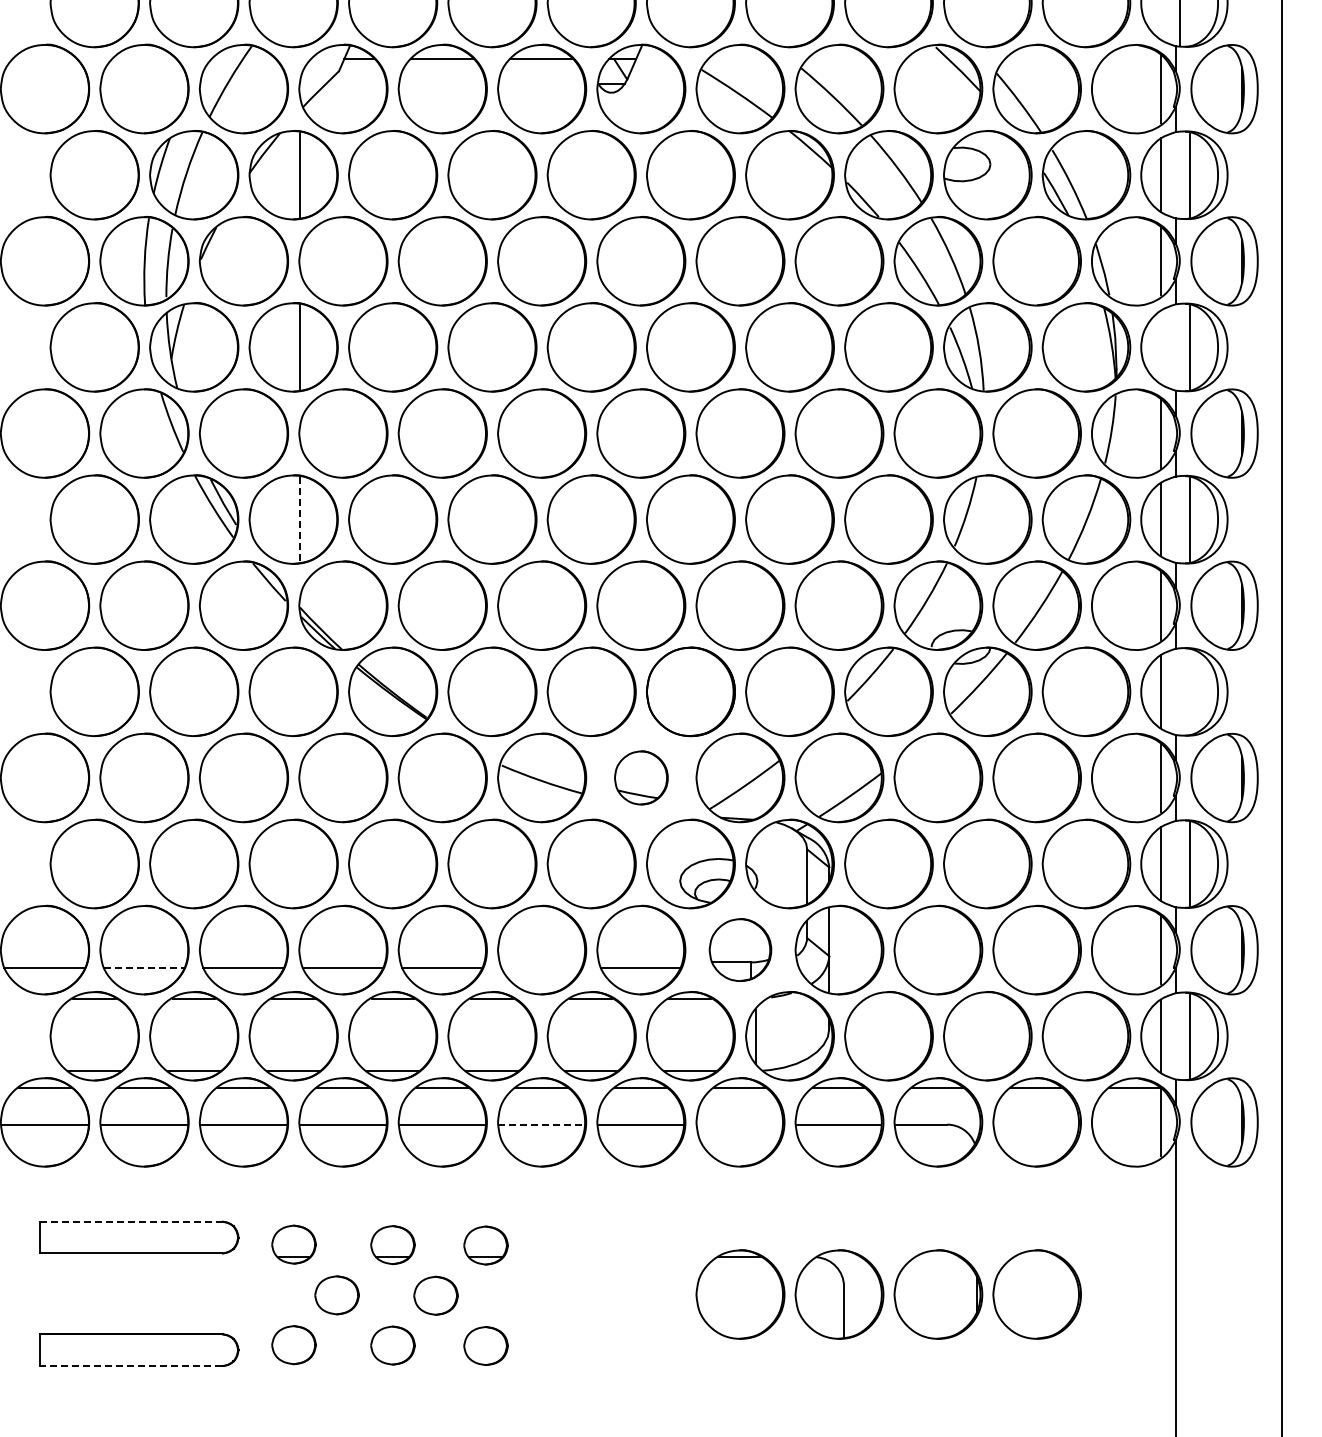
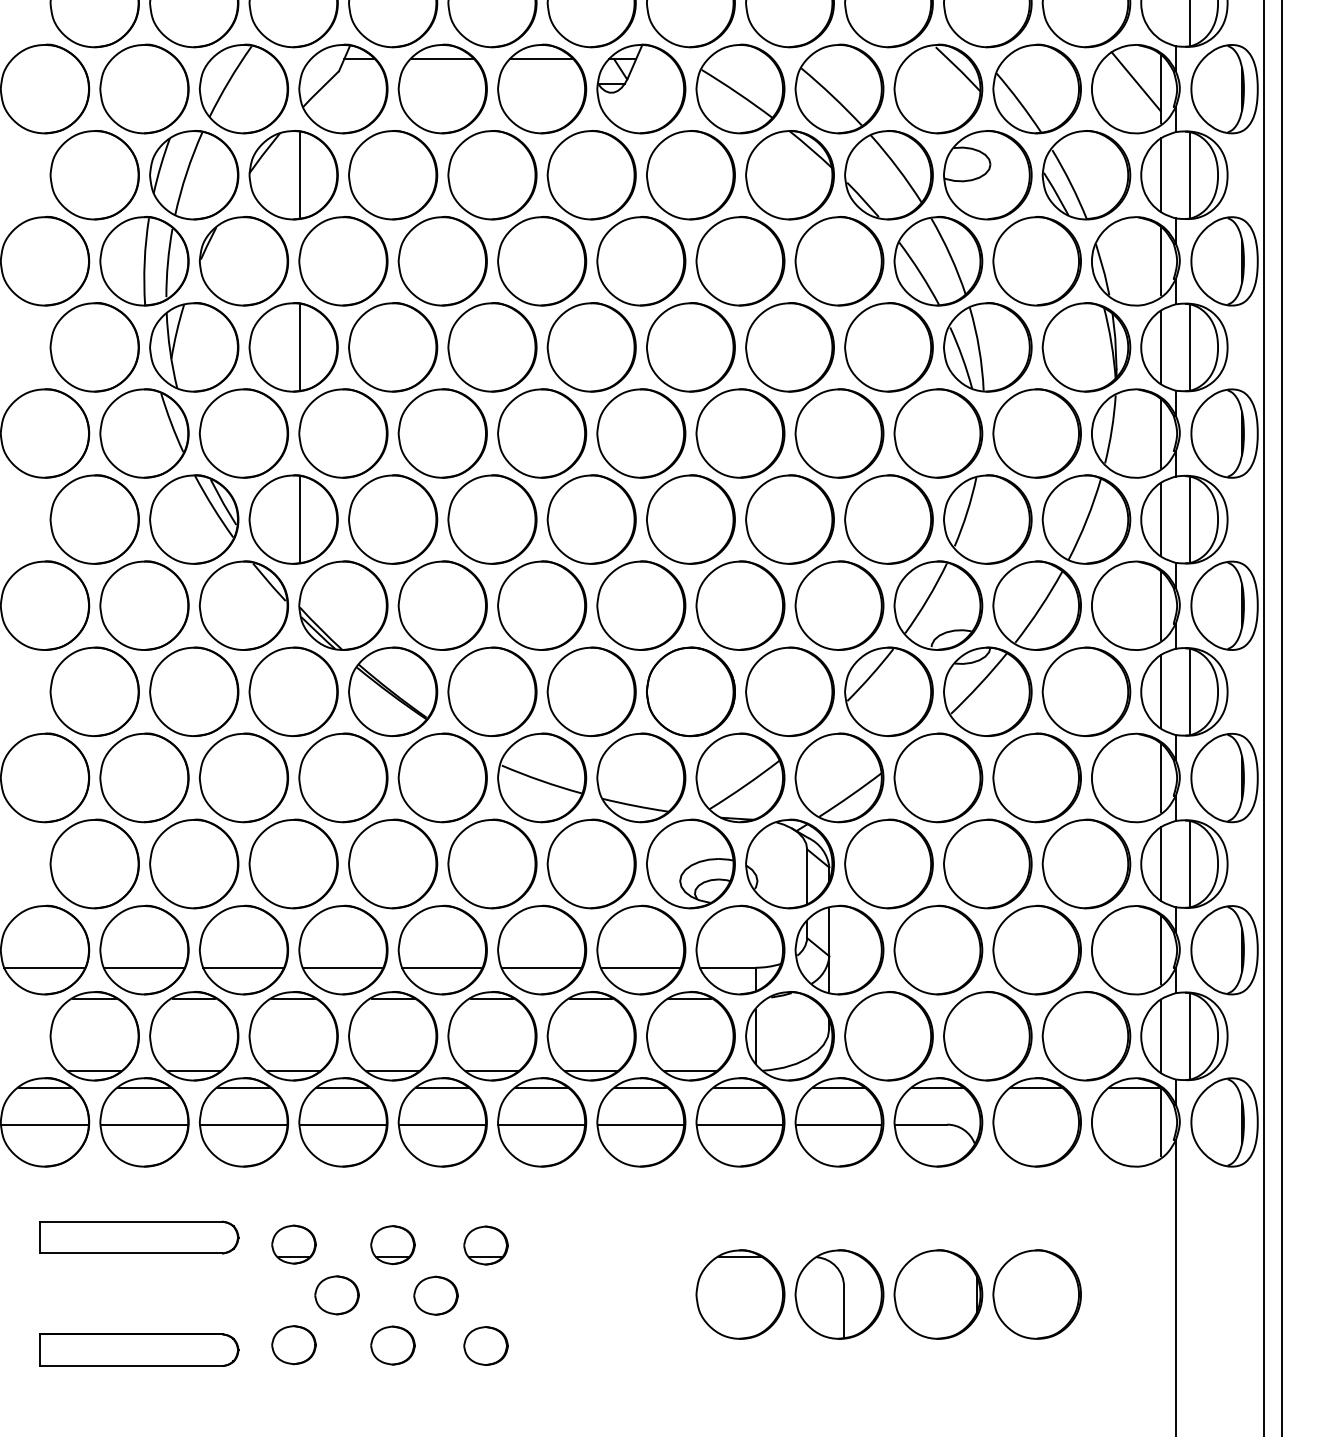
line at (1180, 24) position: (1180, 24) -> (1190, 24)
line at (1135, 81): none -> present
line at (1160, 346): none -> present
line at (300, 519): dashed -> solid
line at (1190, 692): none -> present
line at (1263, 717): none -> present
part at (641, 777) size: 55x56 px -> 91x92 px
part at (740, 949) size: 65x64 px -> 91x92 px
line at (144, 967): dashed -> solid
line at (541, 967): none -> present
line at (542, 1124): dashed -> solid
line at (739, 1124): none -> present
line at (131, 1221): dashed -> solid
line at (130, 1366): dashed -> solid
